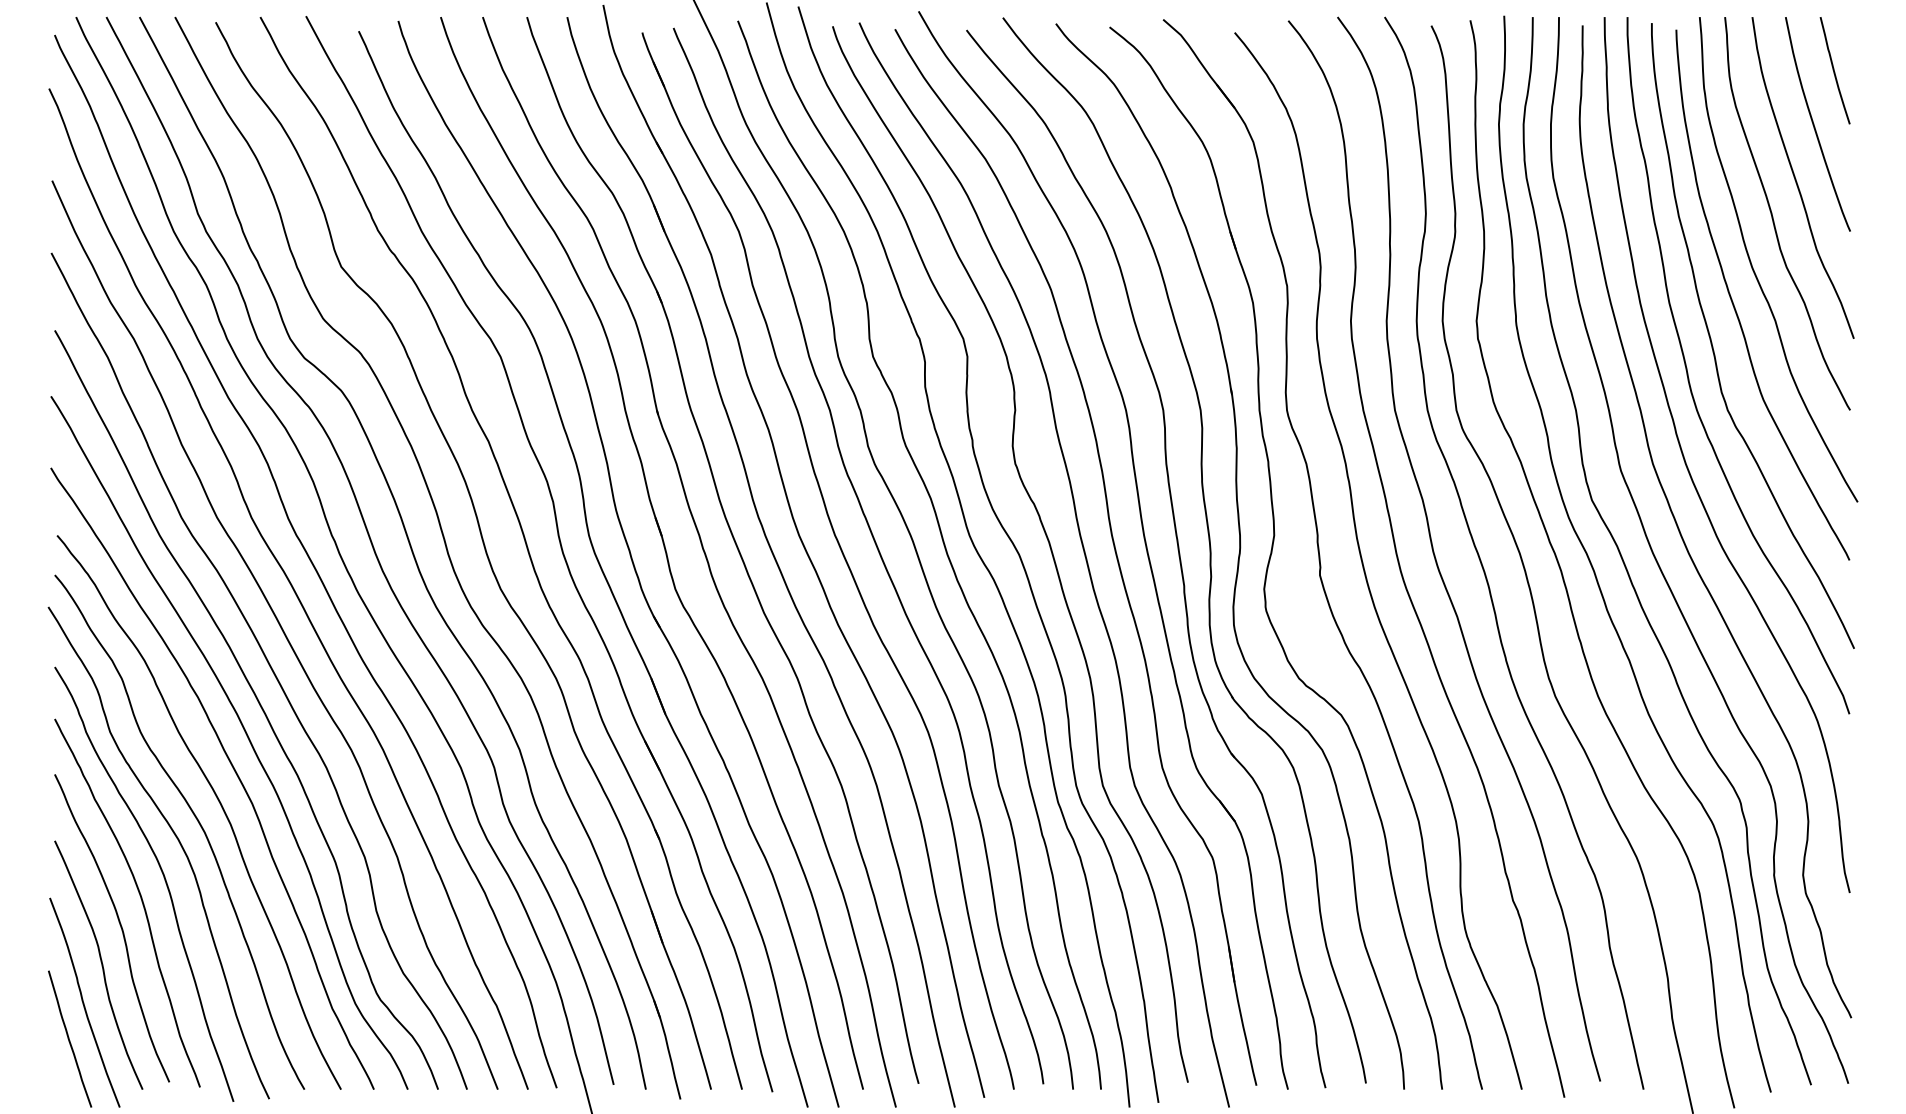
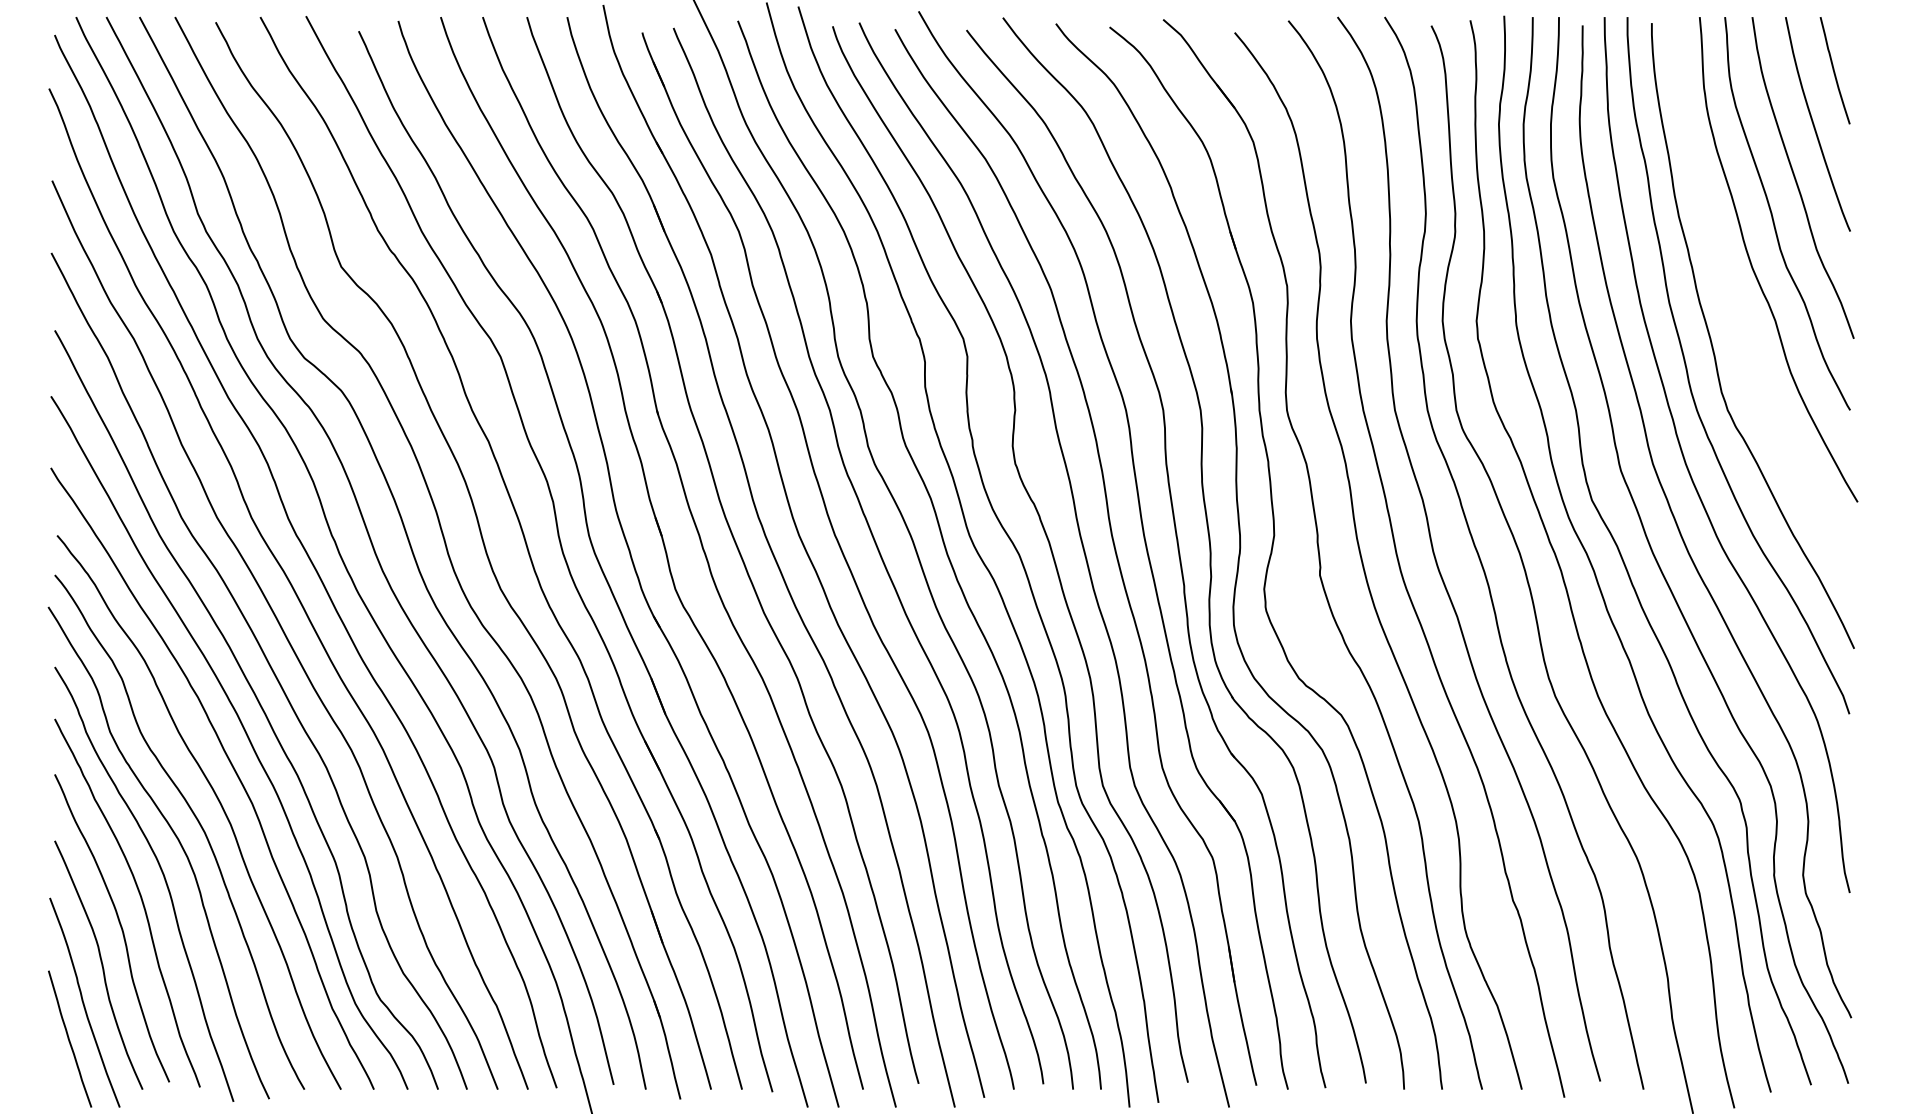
curve at (1734, 304): present -> none
